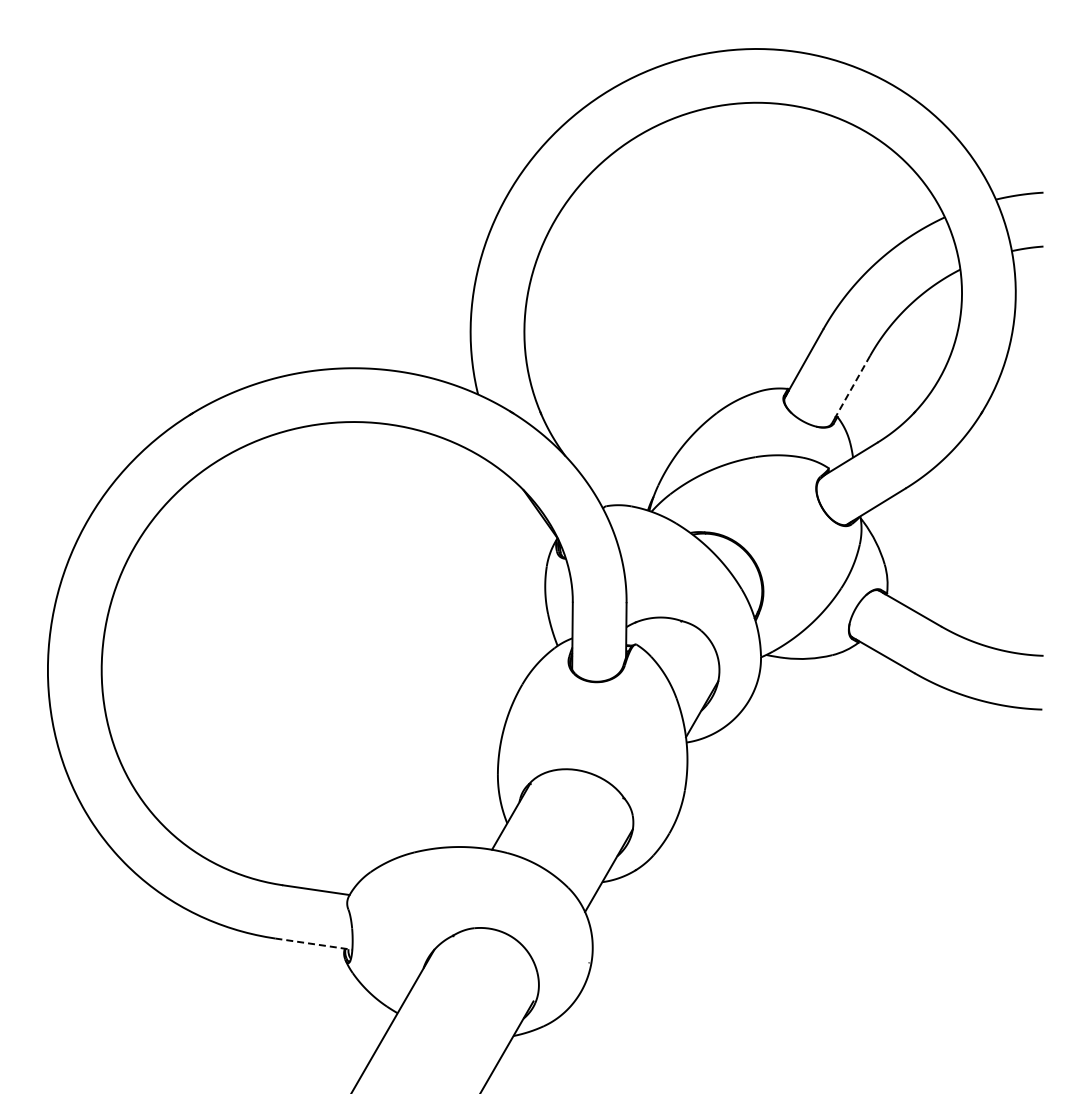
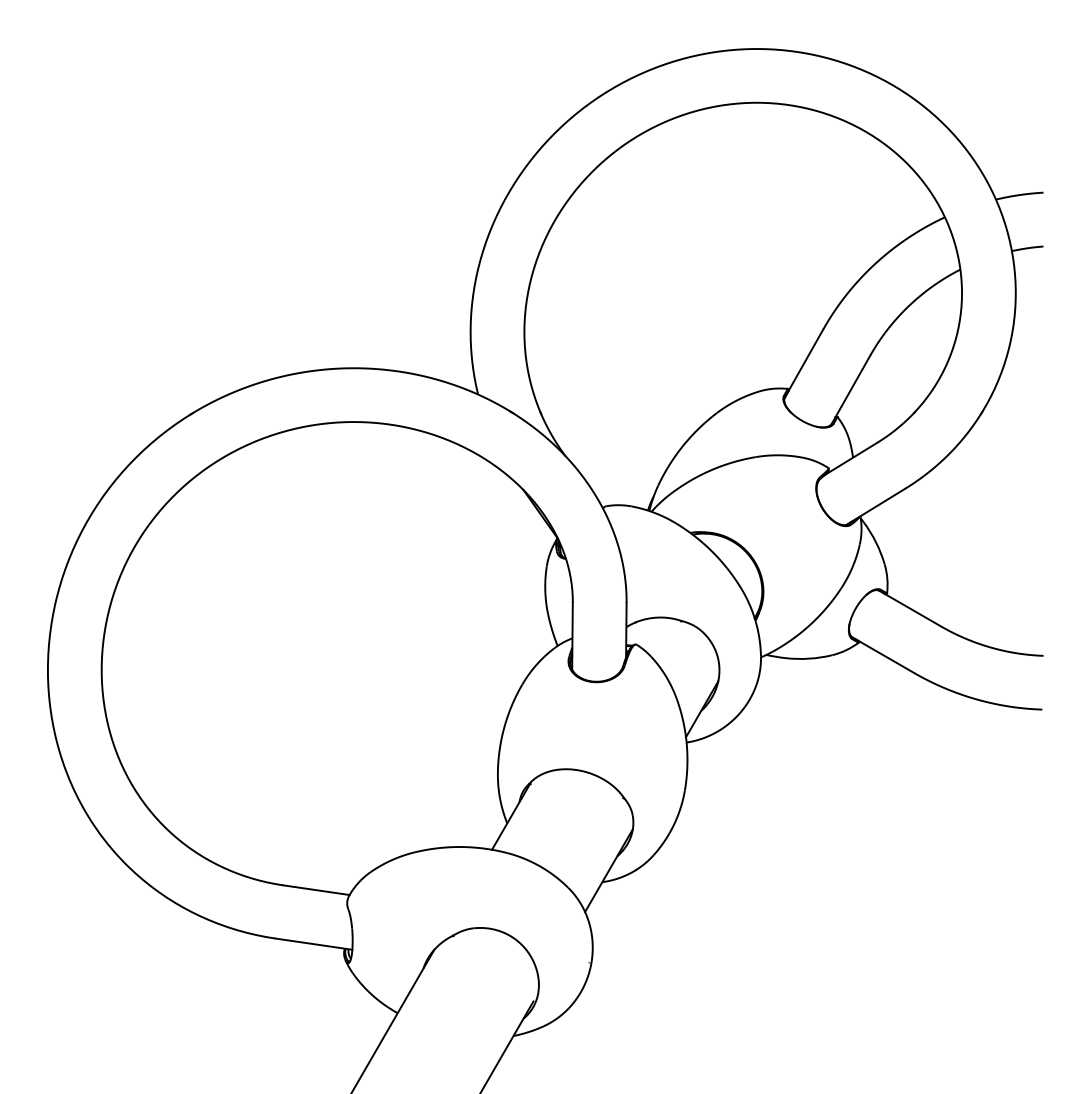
line at (852, 386): dashed -> solid
line at (313, 944): dashed -> solid
